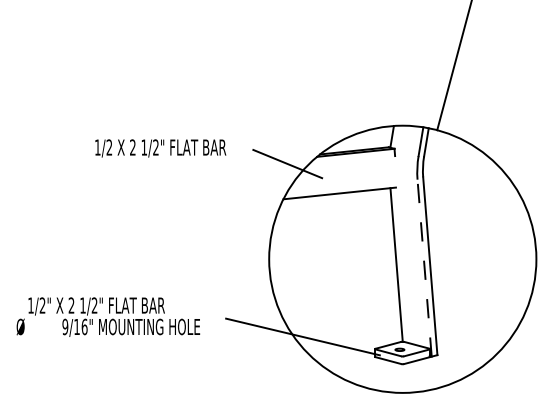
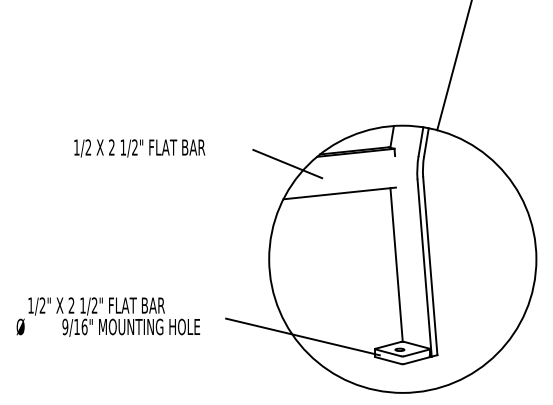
text at (160, 148) position: (160, 148) -> (139, 148)
line at (424, 268): dashed -> solid
